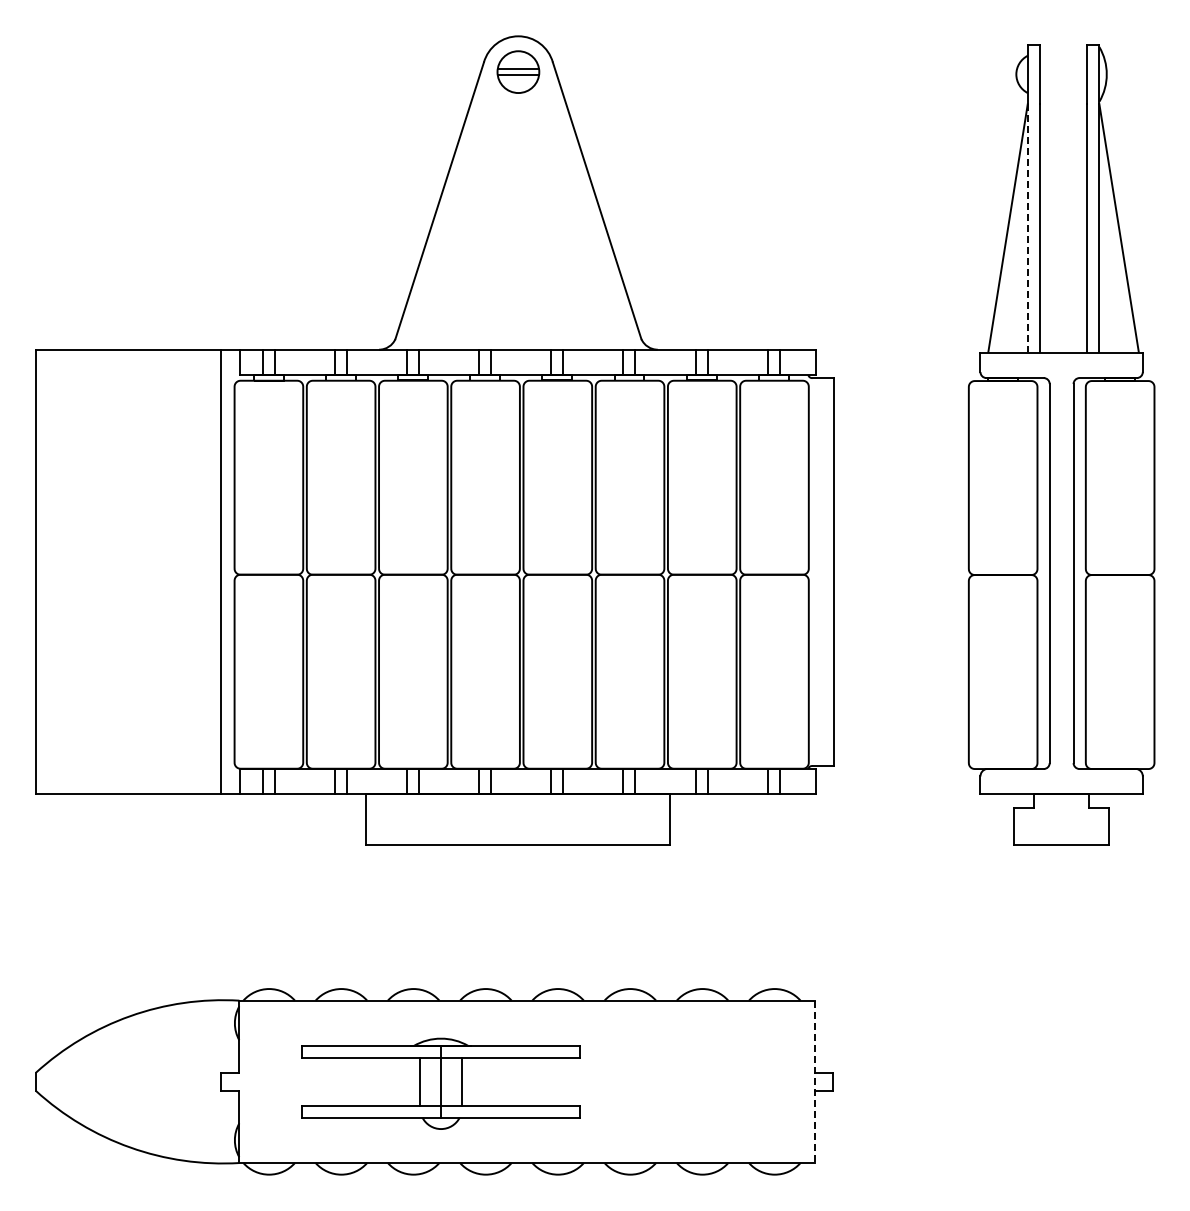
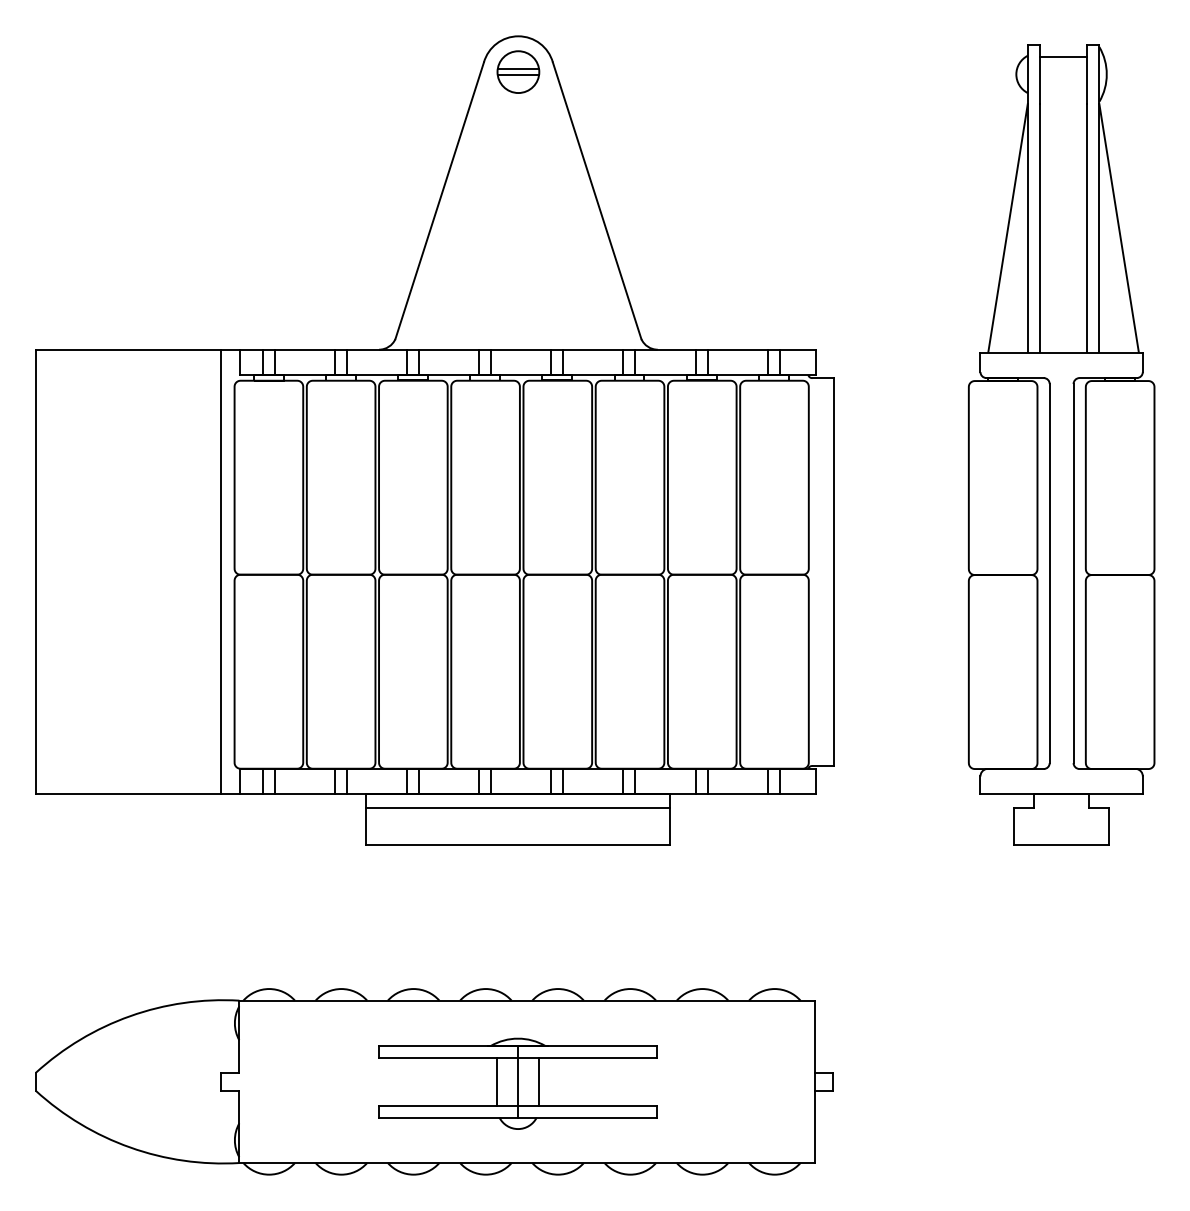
line at (1063, 56): none -> present
line at (1027, 228): dashed -> solid
line at (517, 807): none -> present
line at (815, 1082): dashed -> solid
part at (440, 1083) position: (440, 1083) -> (517, 1083)
